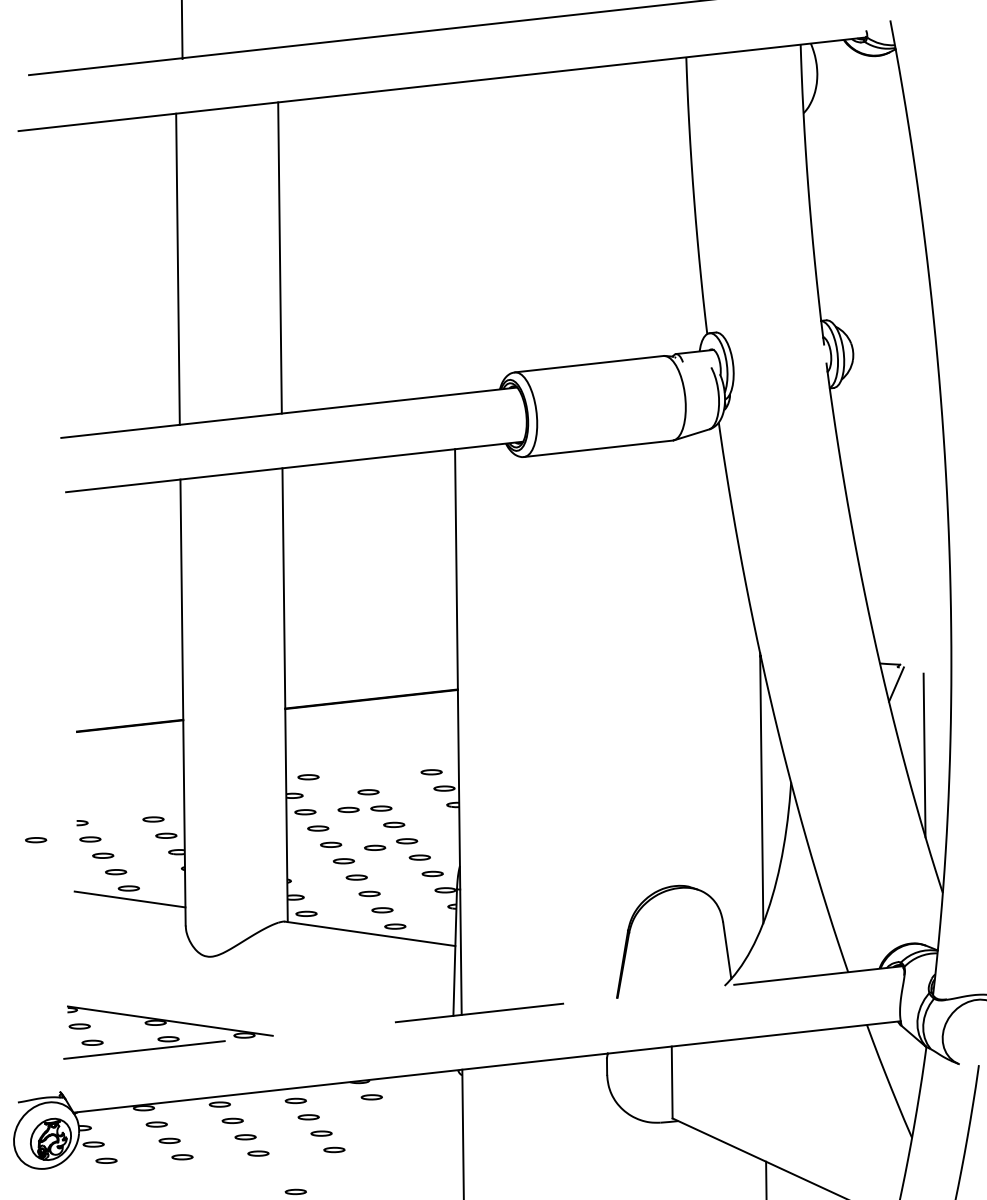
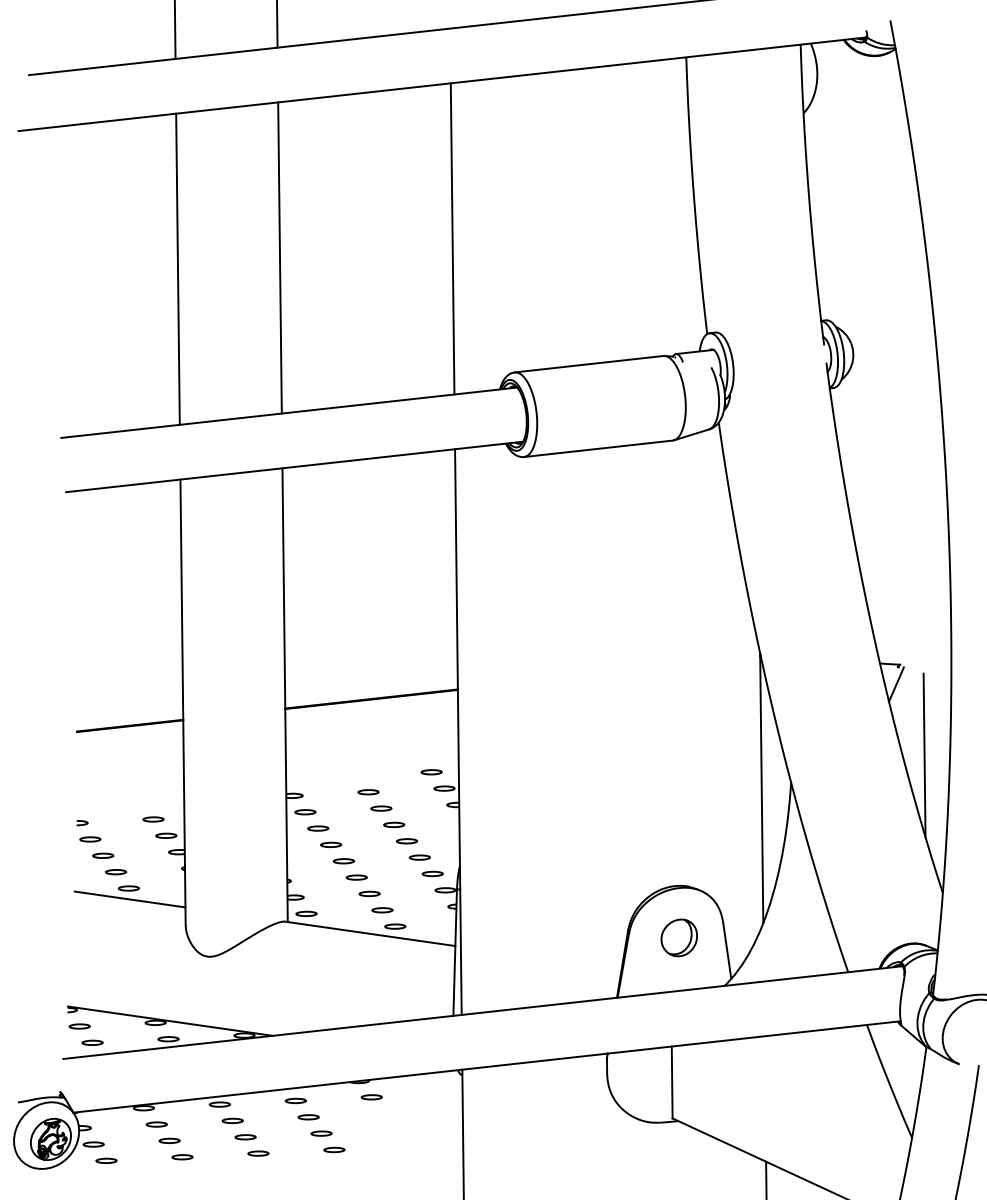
line at (277, 24): none -> present
line at (181, 30) position: (181, 30) -> (174, 30)
line at (452, 238): none -> present
part at (308, 777): present -> none
part at (348, 809): present -> none
part at (36, 840): present -> none
part at (375, 847): present -> none
part at (678, 937): none -> present
line at (482, 1012): dashed -> solid
part at (295, 1191): present -> none
